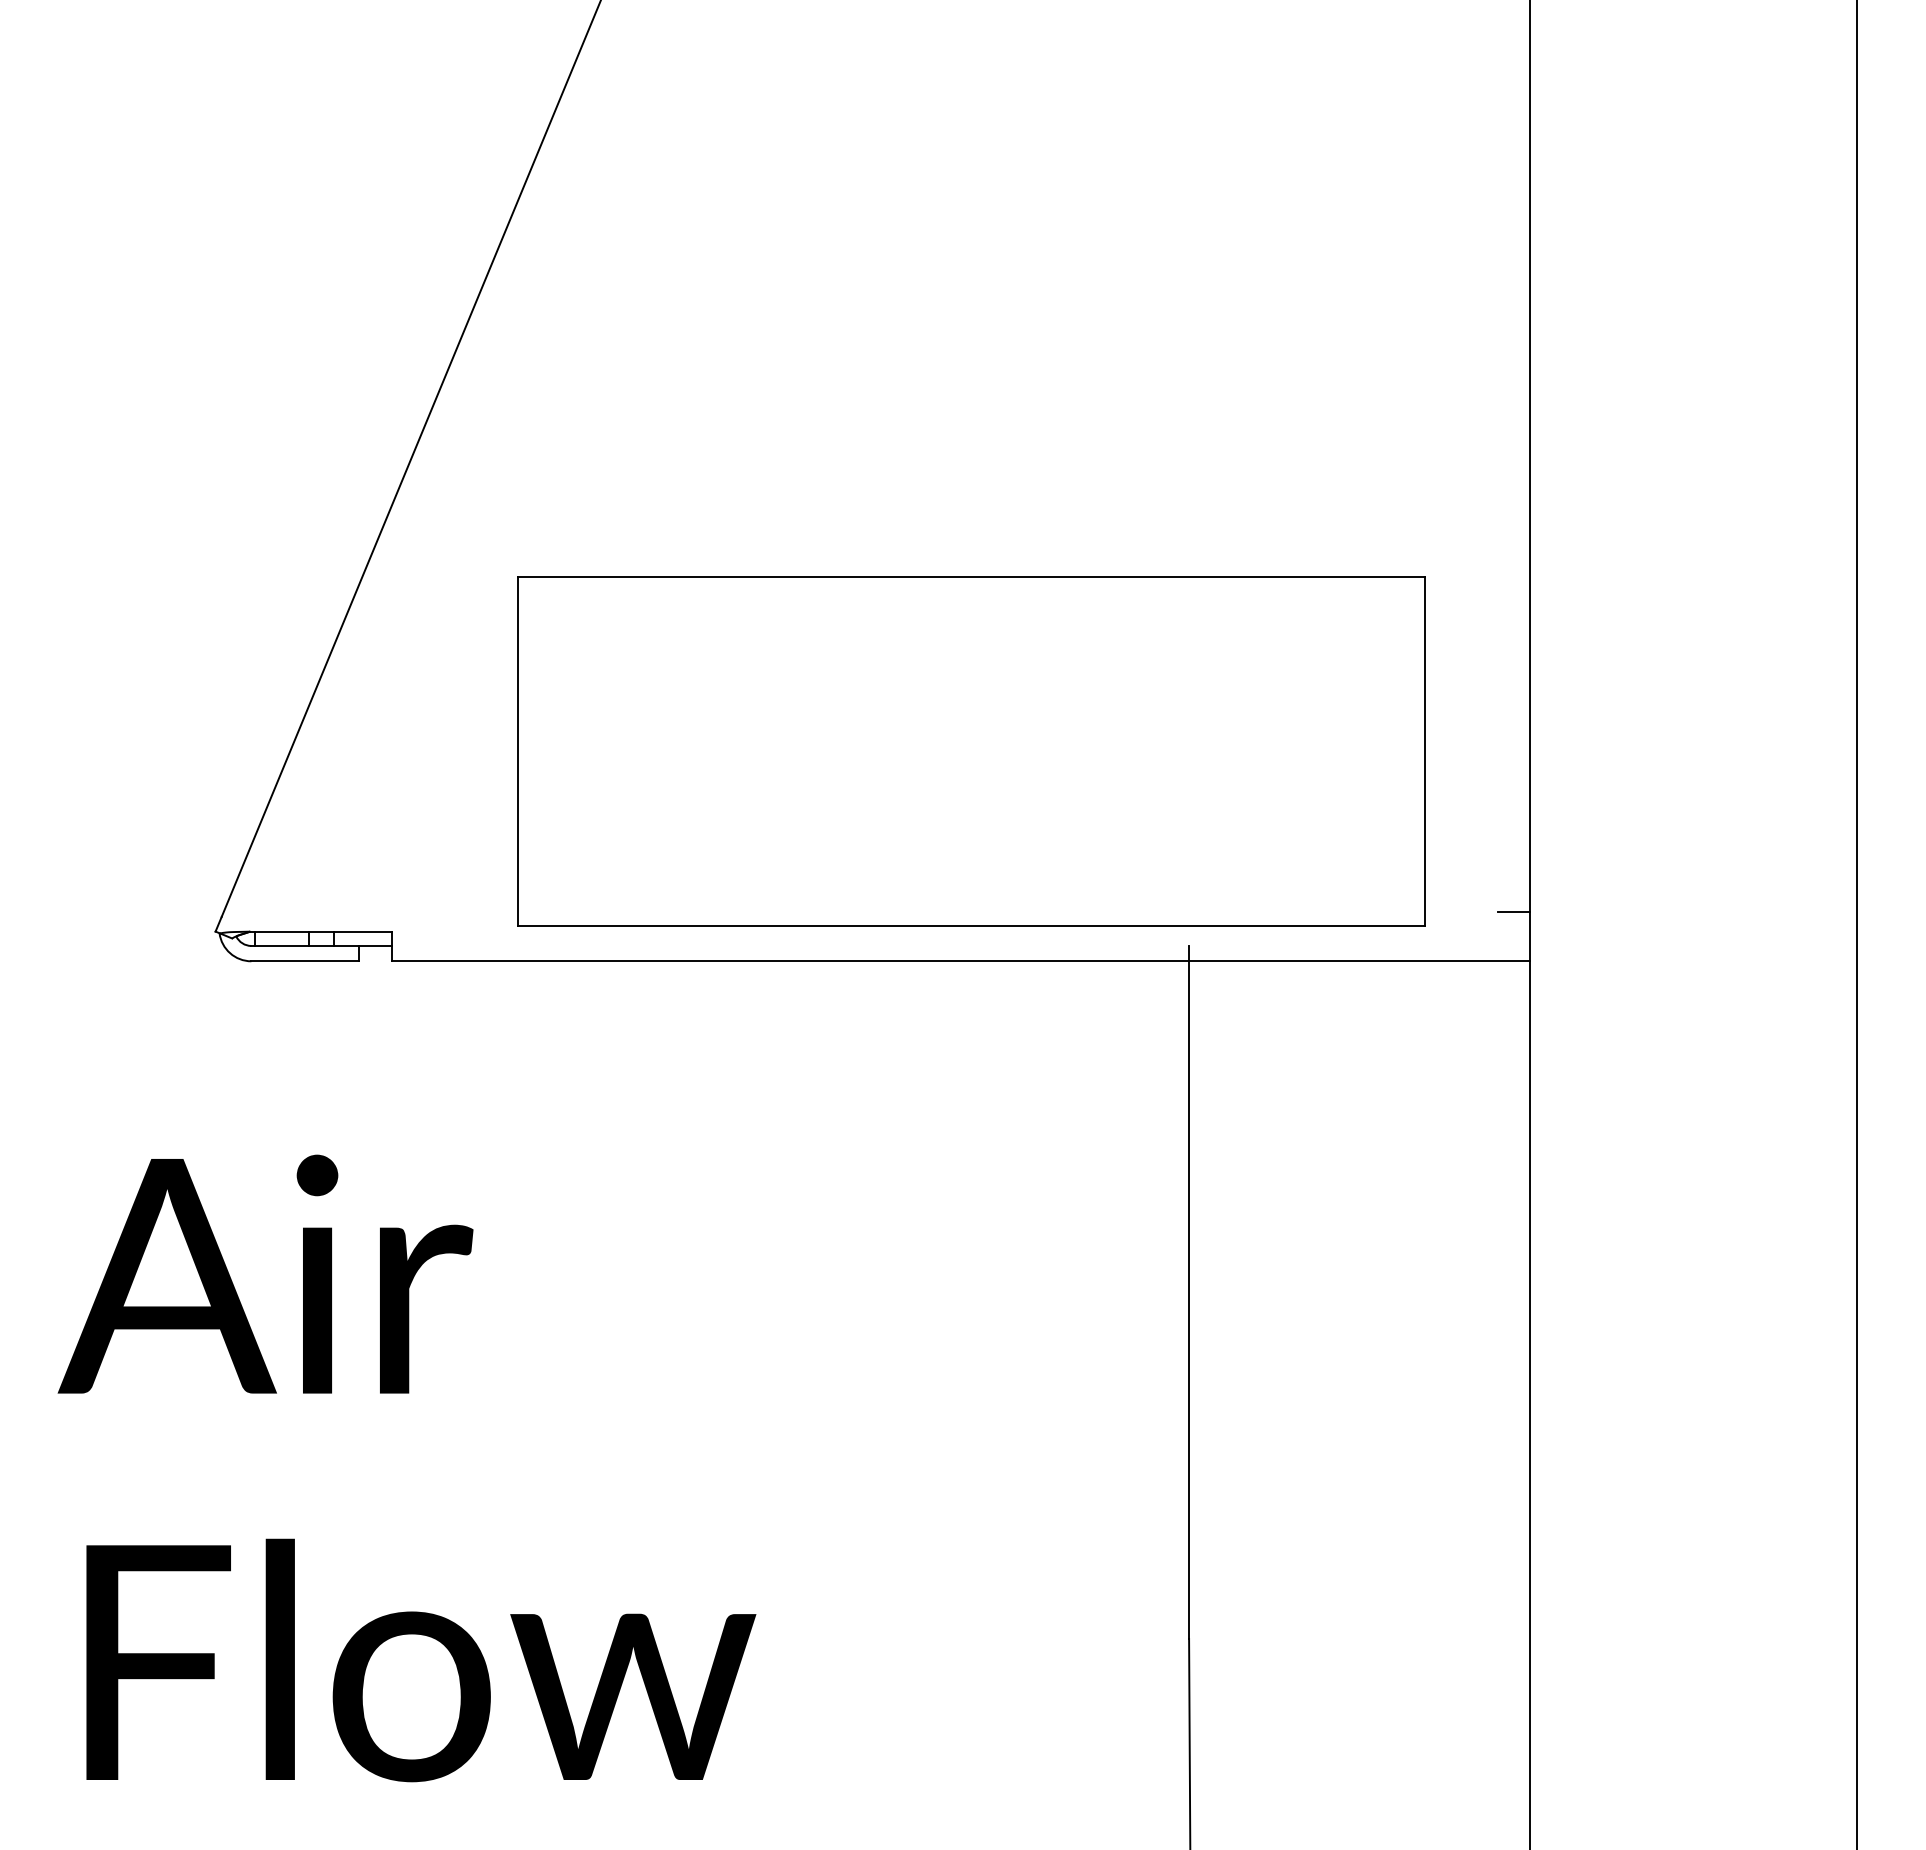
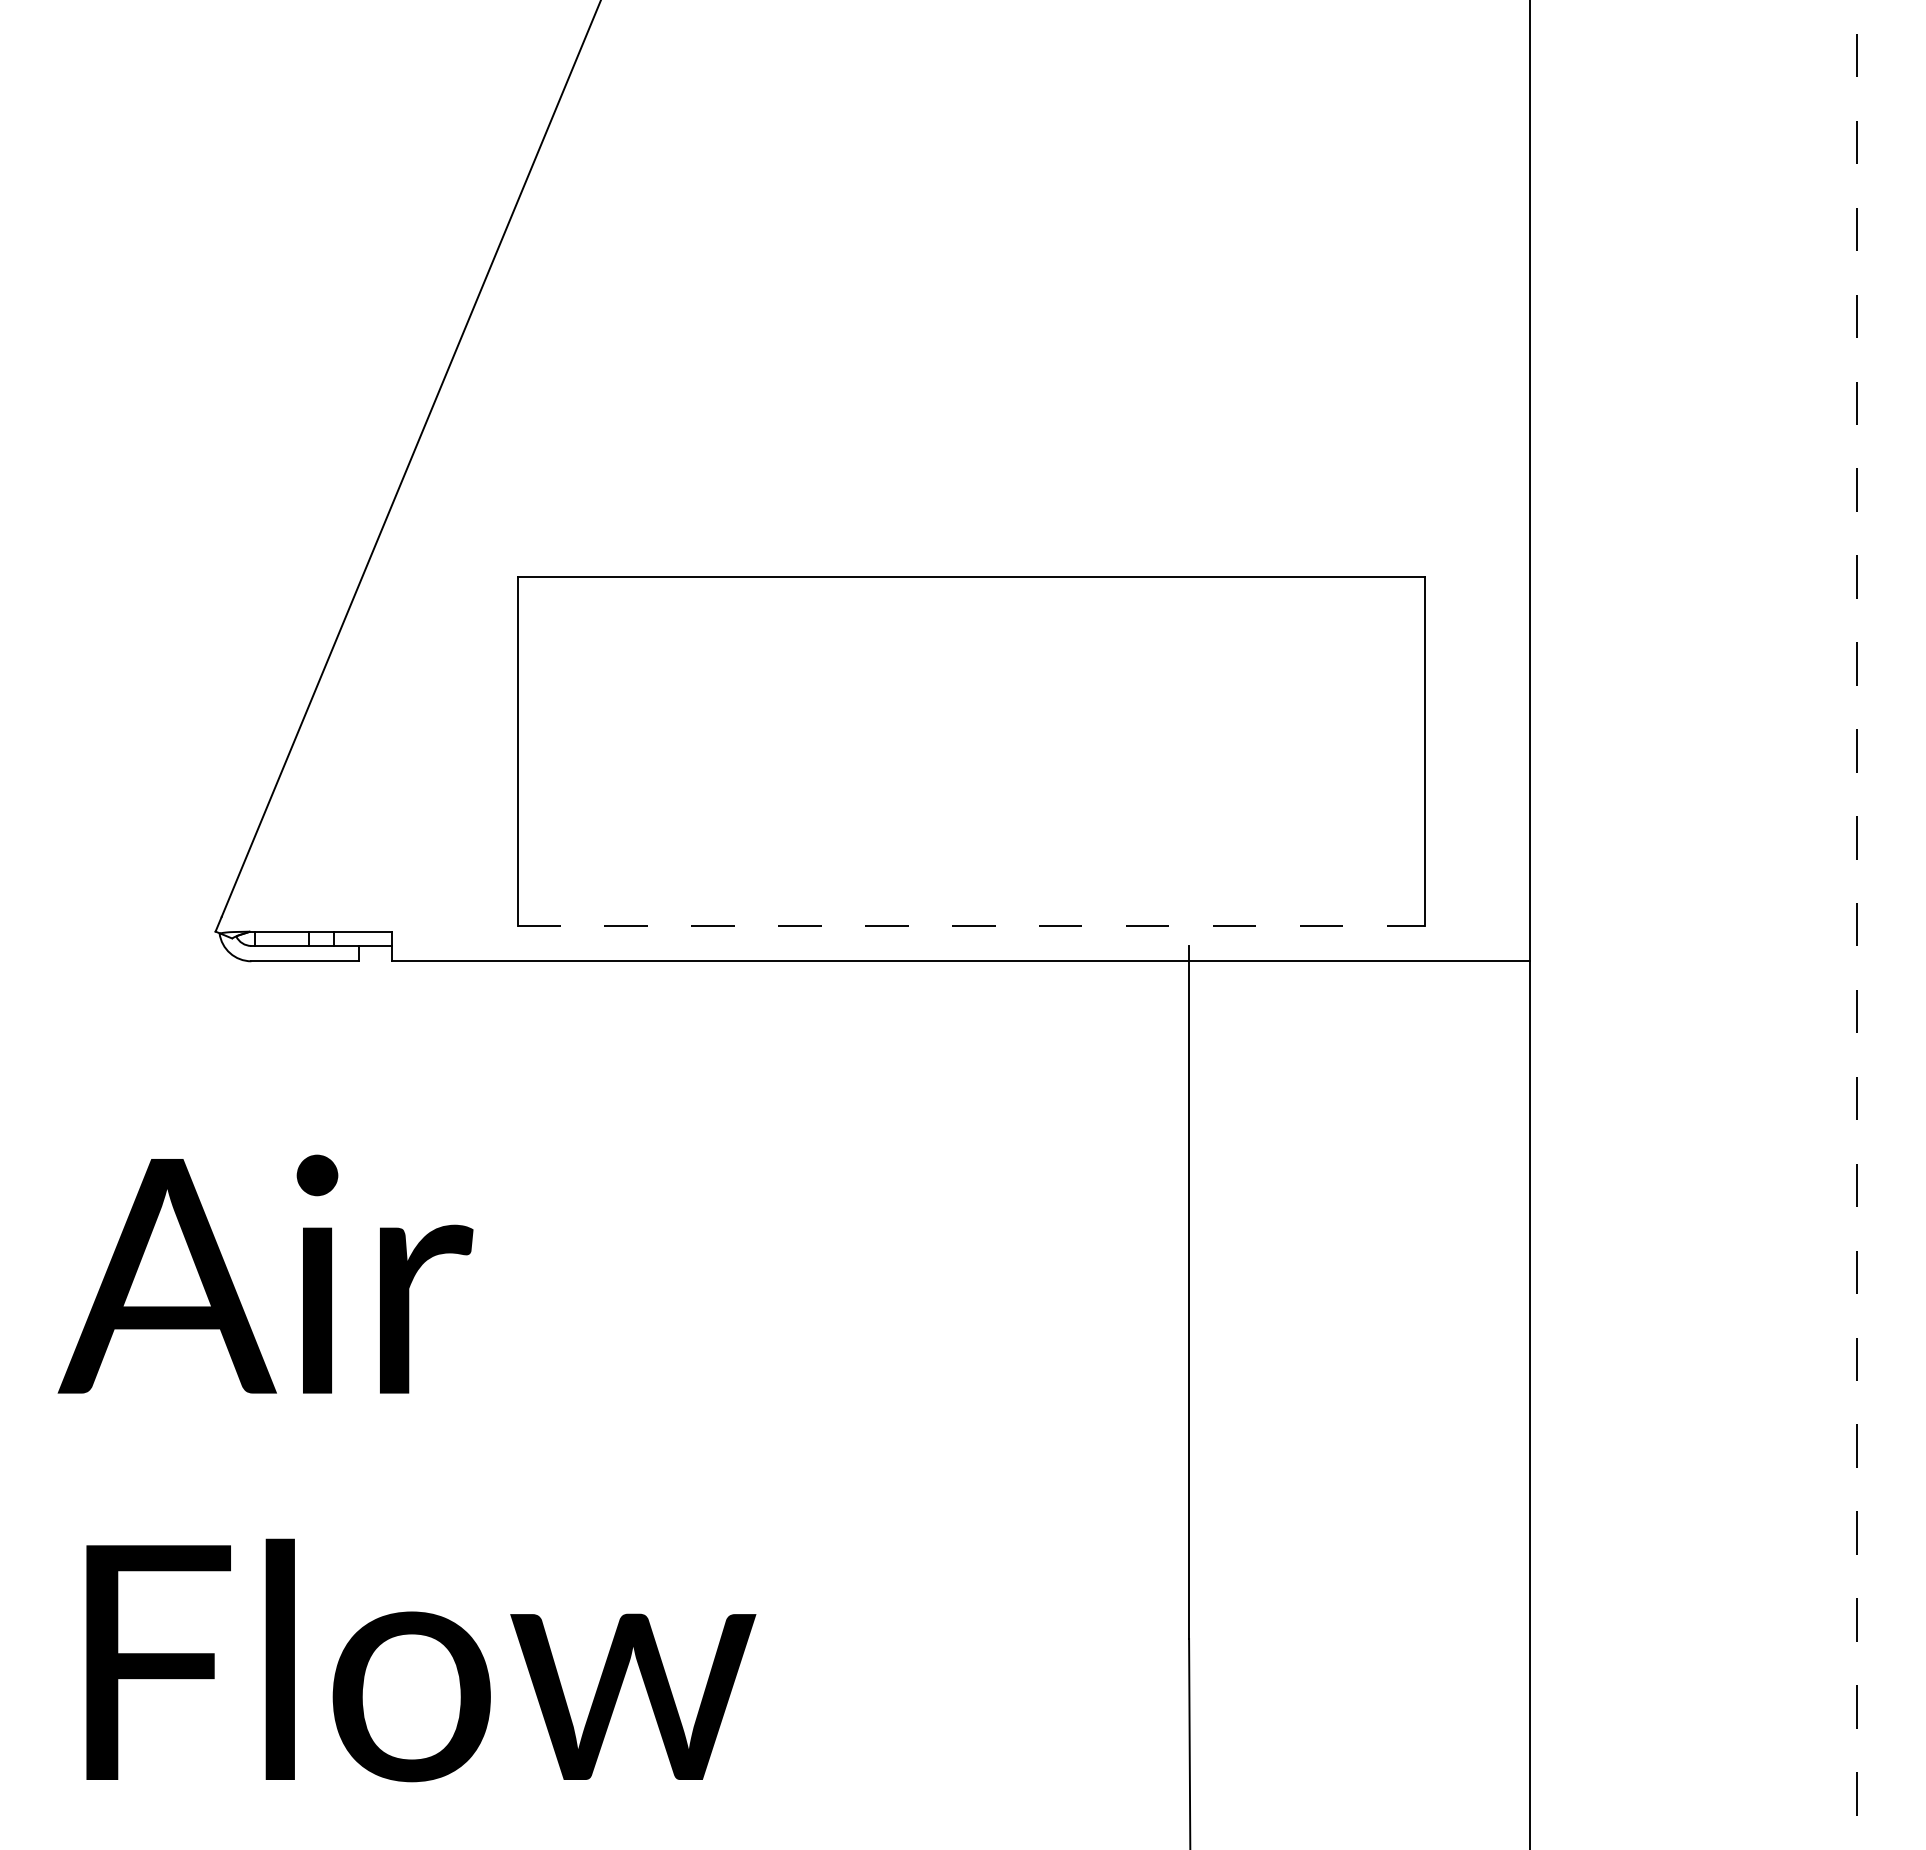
line at (1513, 912): present -> none
line at (1857, 924): solid -> dashed
line at (971, 926): solid -> dashed
